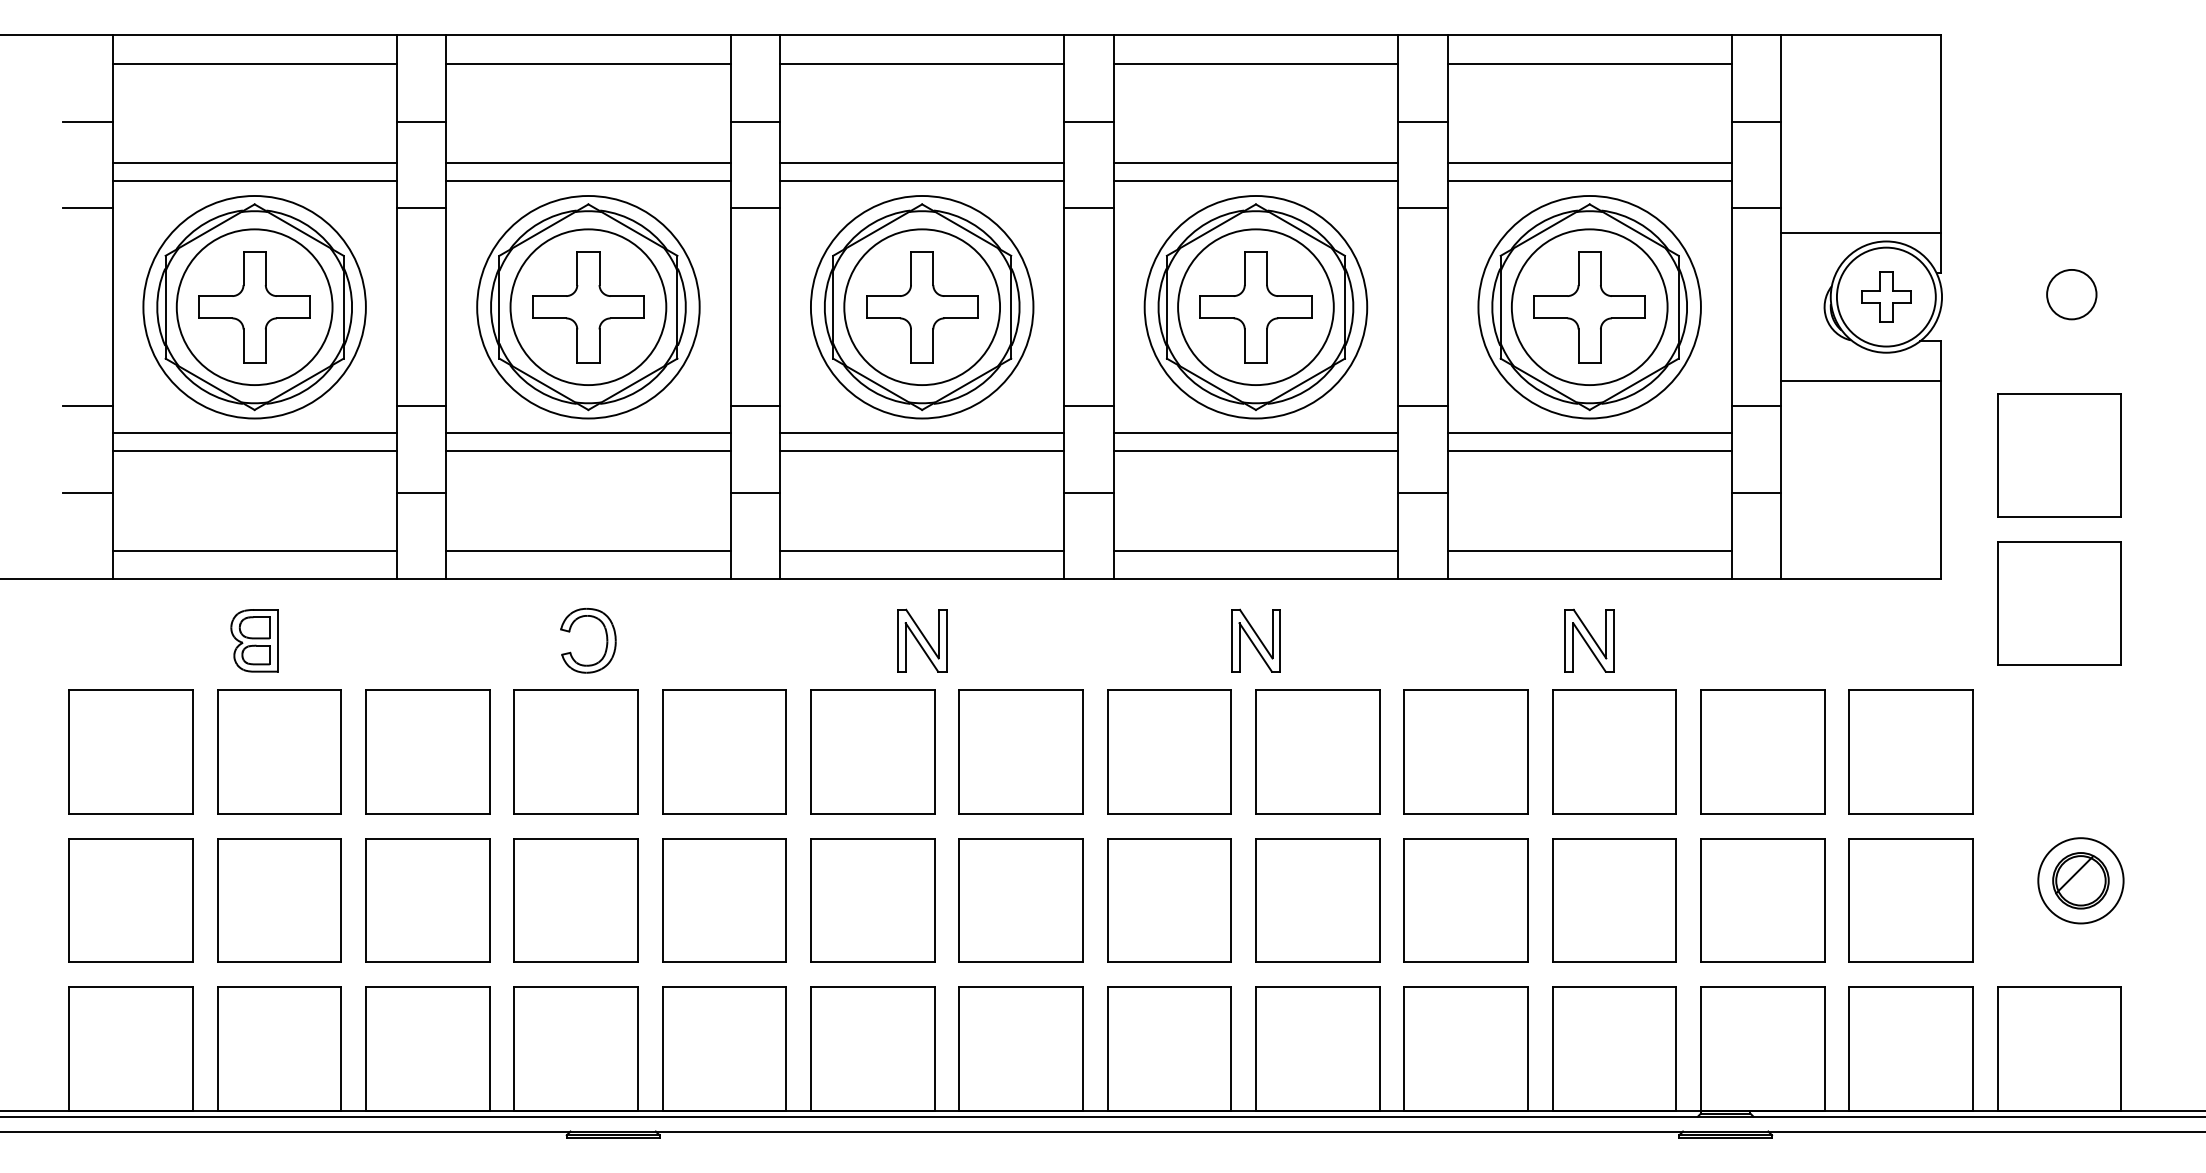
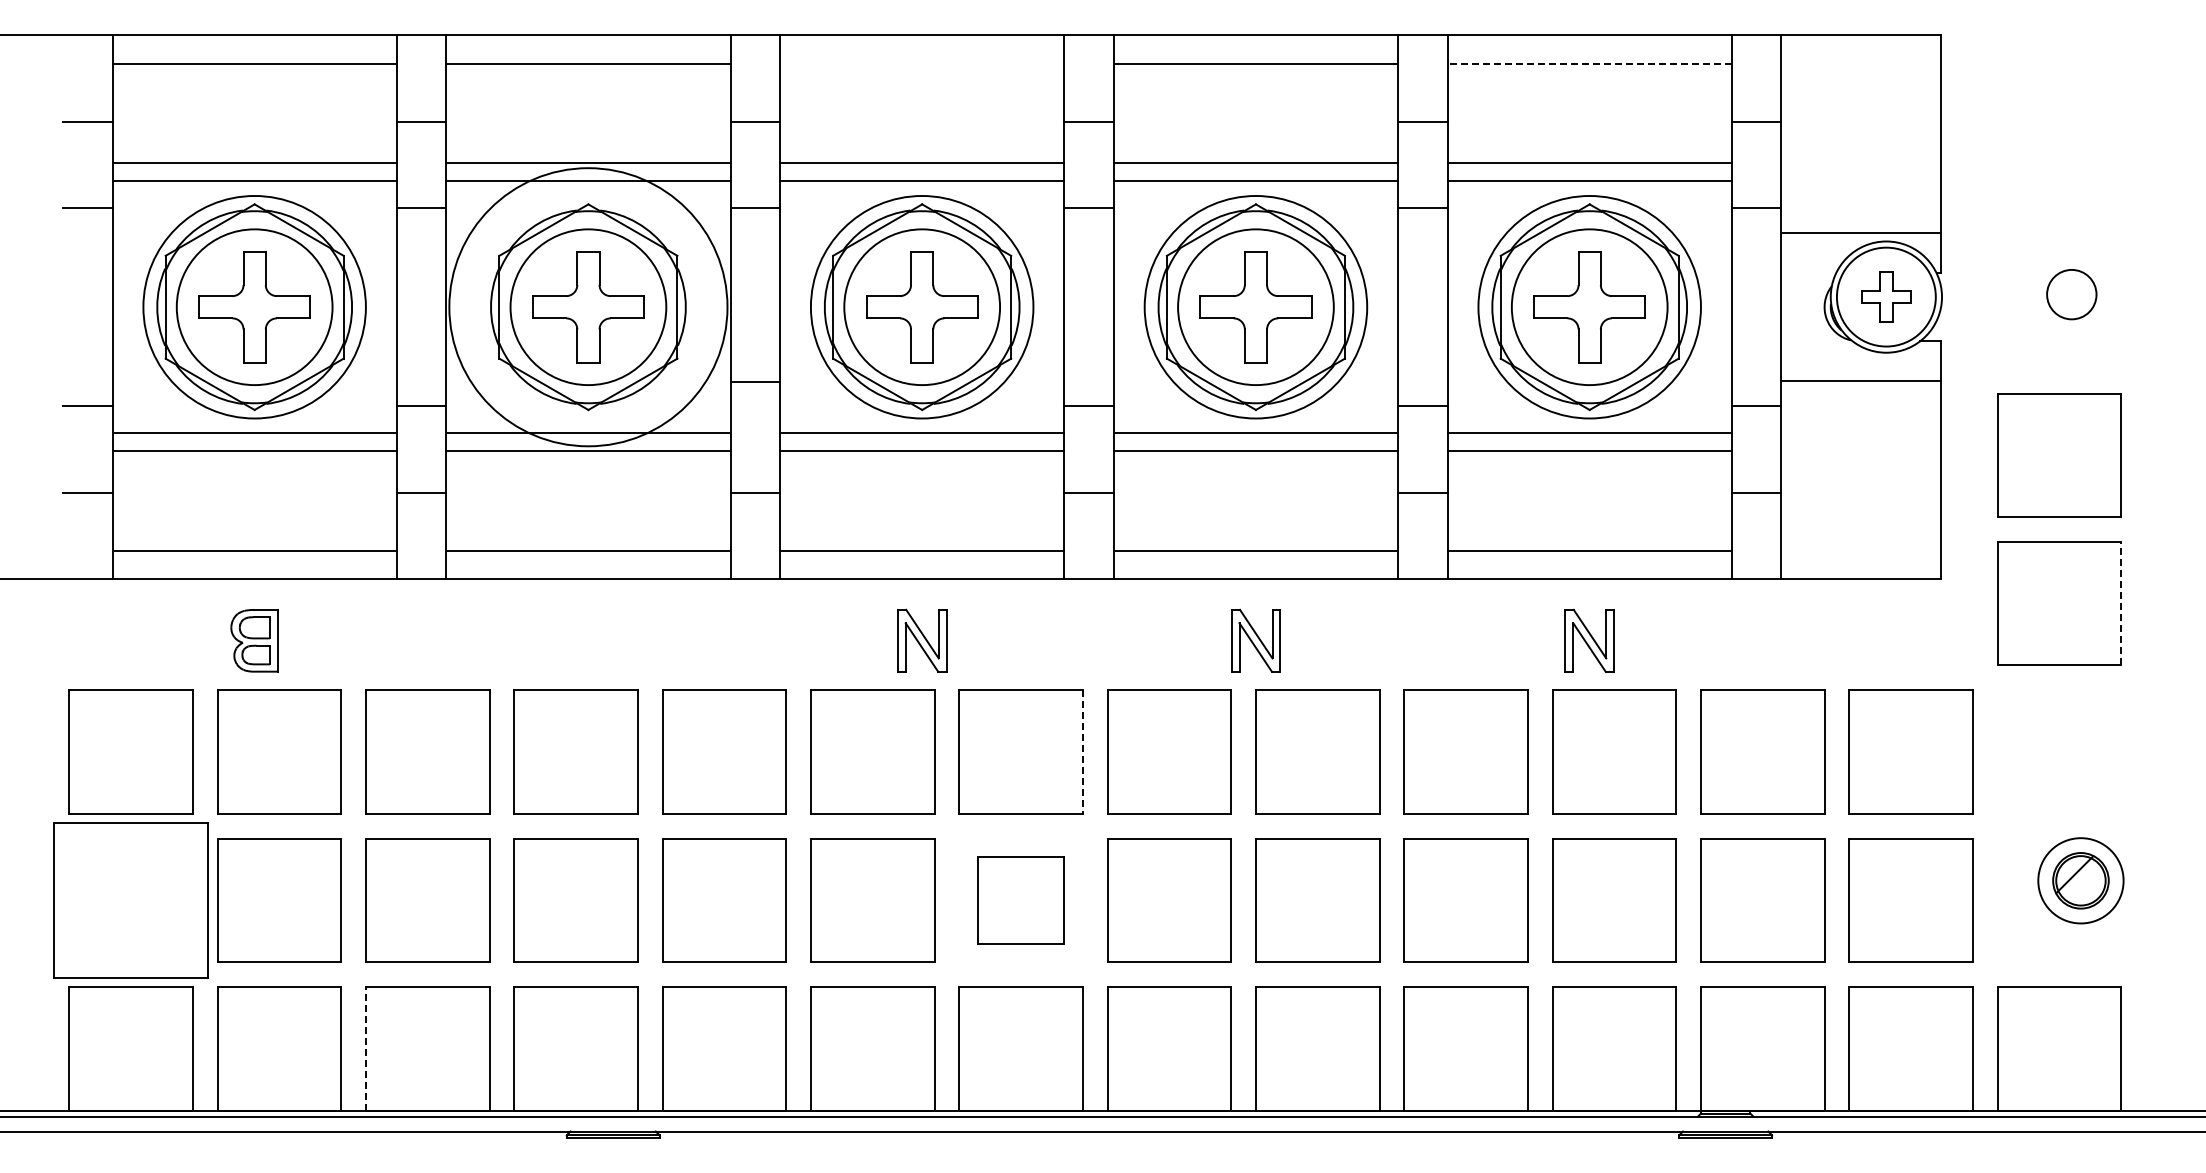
line at (922, 63): present -> none
line at (1589, 63): solid -> dashed
circle at (588, 307) diameter: 223 px -> 278 px
line at (755, 406) position: (755, 406) -> (755, 382)
line at (2121, 603): solid -> dashed
part at (606, 640): present -> none
line at (1082, 752): solid -> dashed
part at (130, 900) size: 126x125 px -> 156x157 px
part at (1020, 900) size: 126x125 px -> 88x89 px
line at (365, 1048): solid -> dashed
